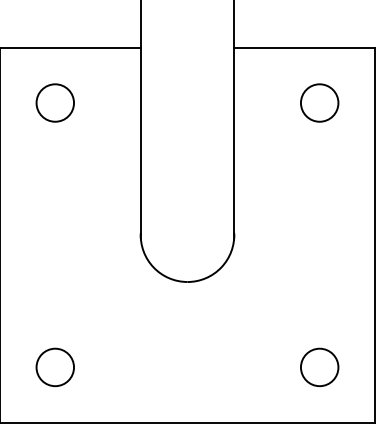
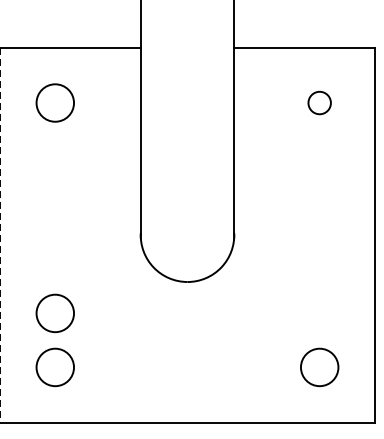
circle at (319, 102) diameter: 37 px -> 22 px
line at (0, 235): solid -> dashed
circle at (54, 313): none -> present
